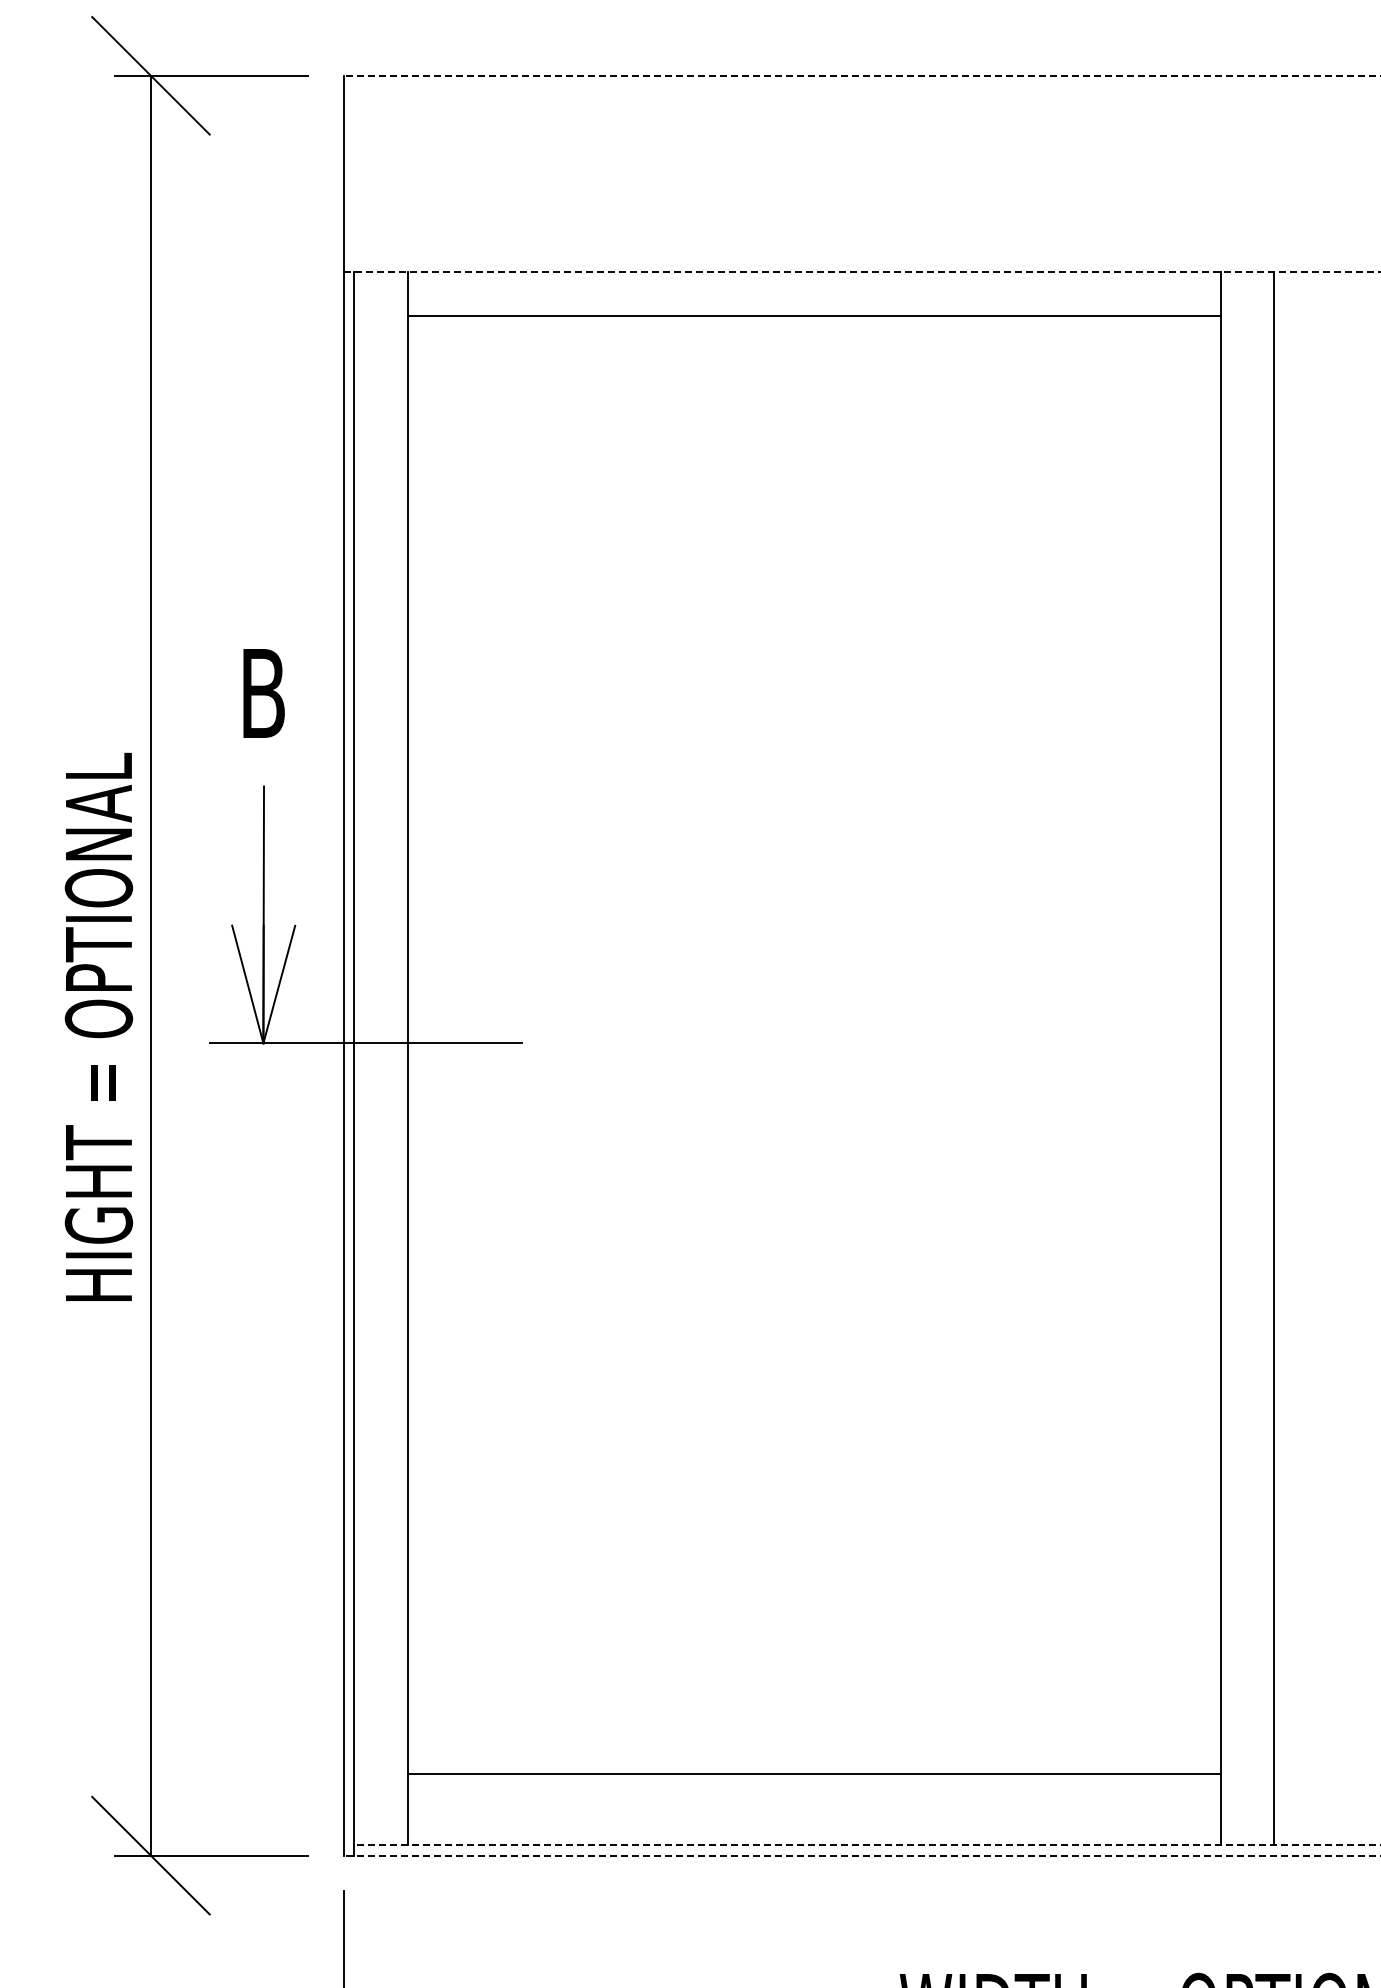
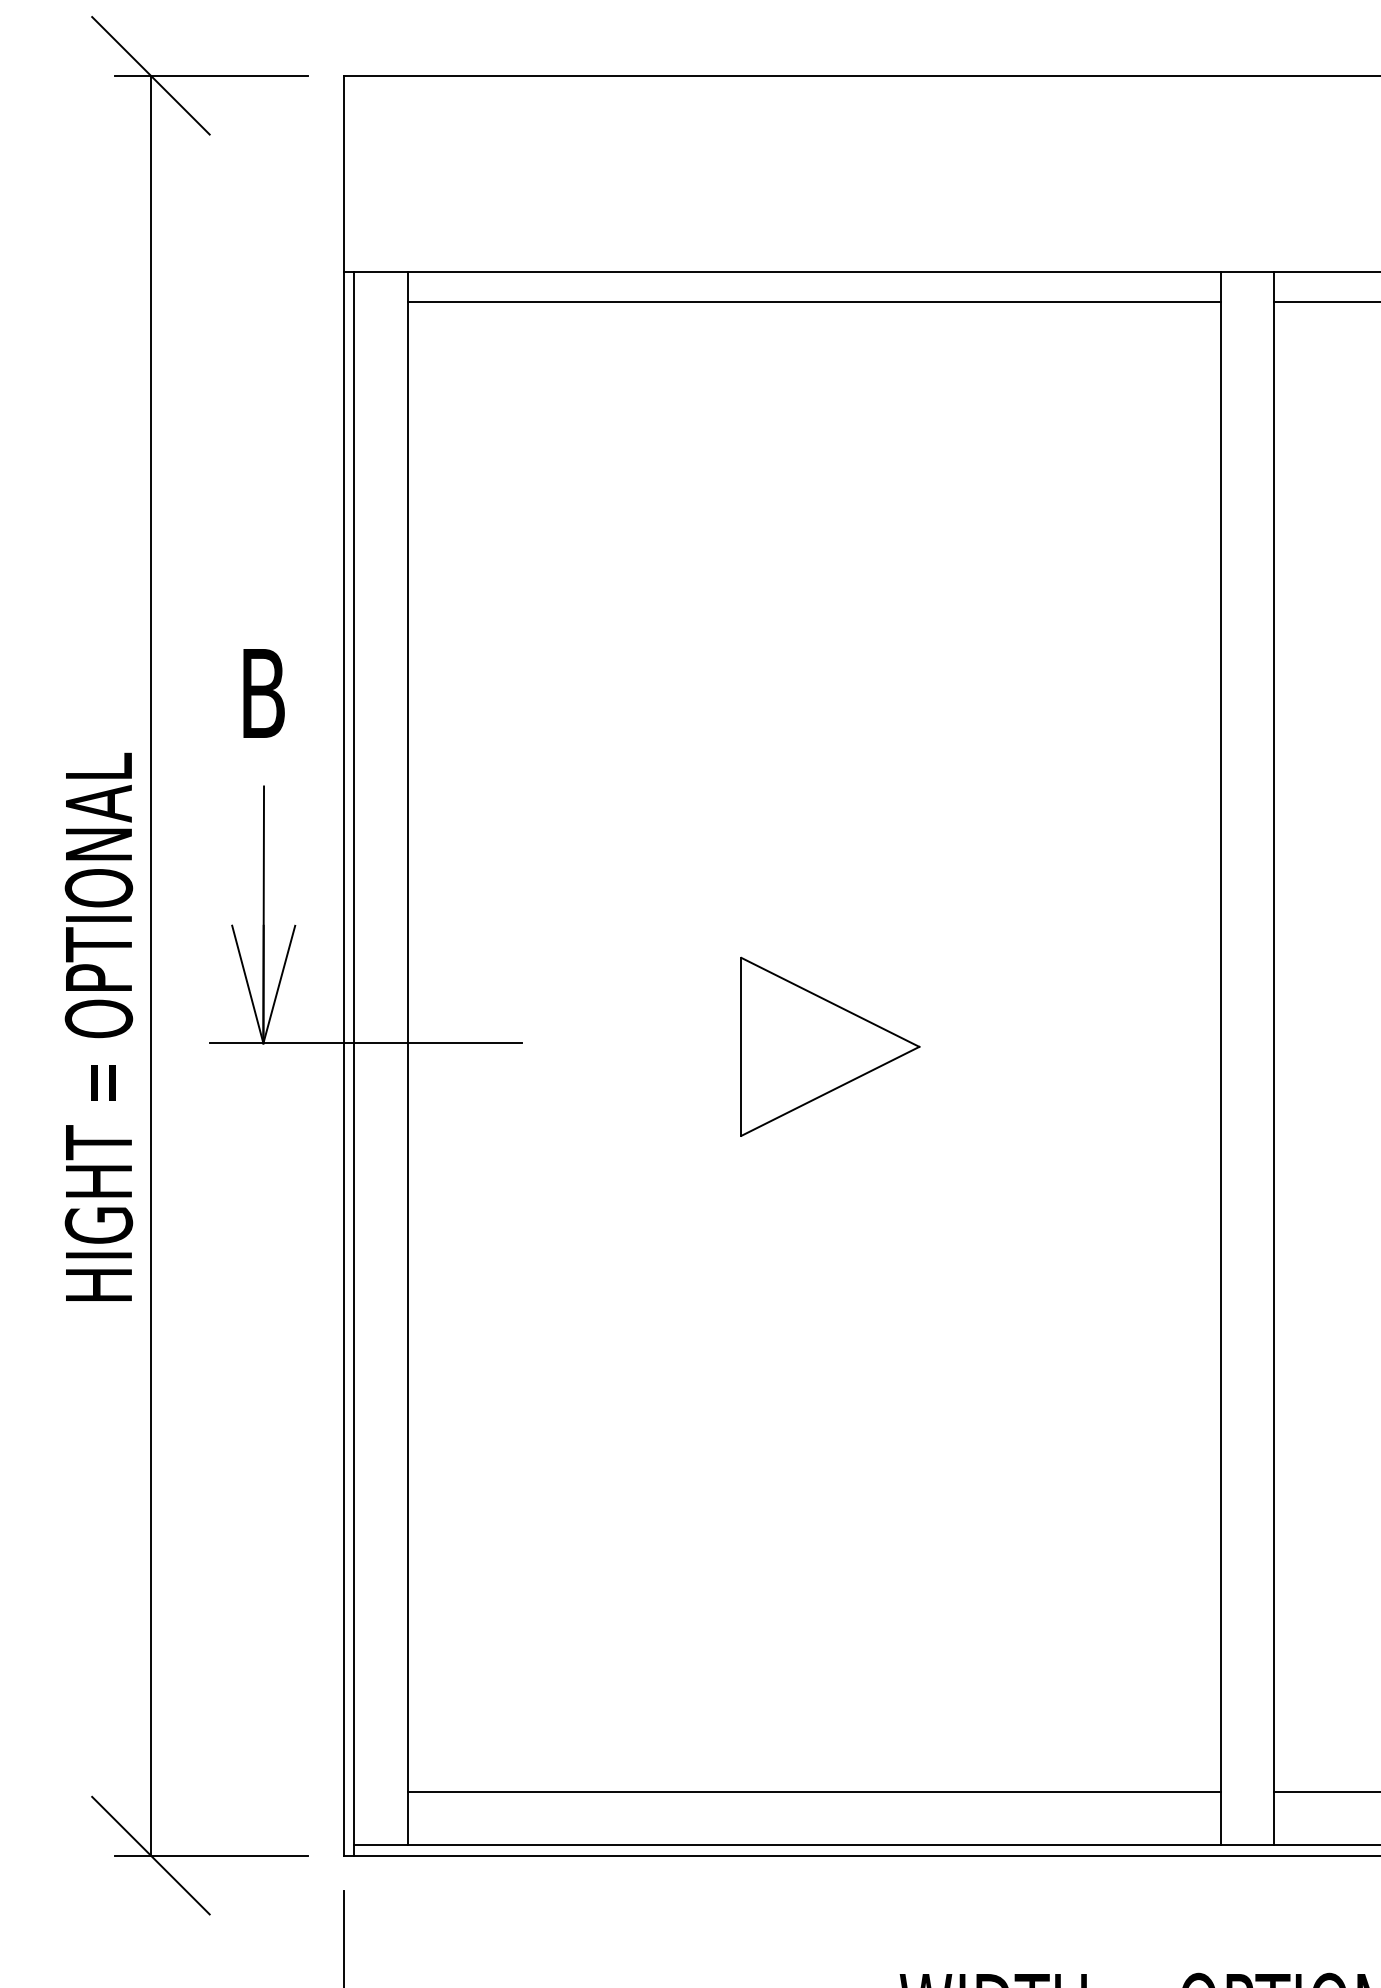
line at (861, 75): dashed -> solid
line at (862, 271): dashed -> solid
line at (1325, 302): none -> present
line at (814, 316) position: (814, 316) -> (814, 302)
part at (830, 1046): none -> present
line at (814, 1773) position: (814, 1773) -> (814, 1791)
line at (1325, 1791): none -> present
line at (867, 1844): dashed -> solid
line at (861, 1855): dashed -> solid
